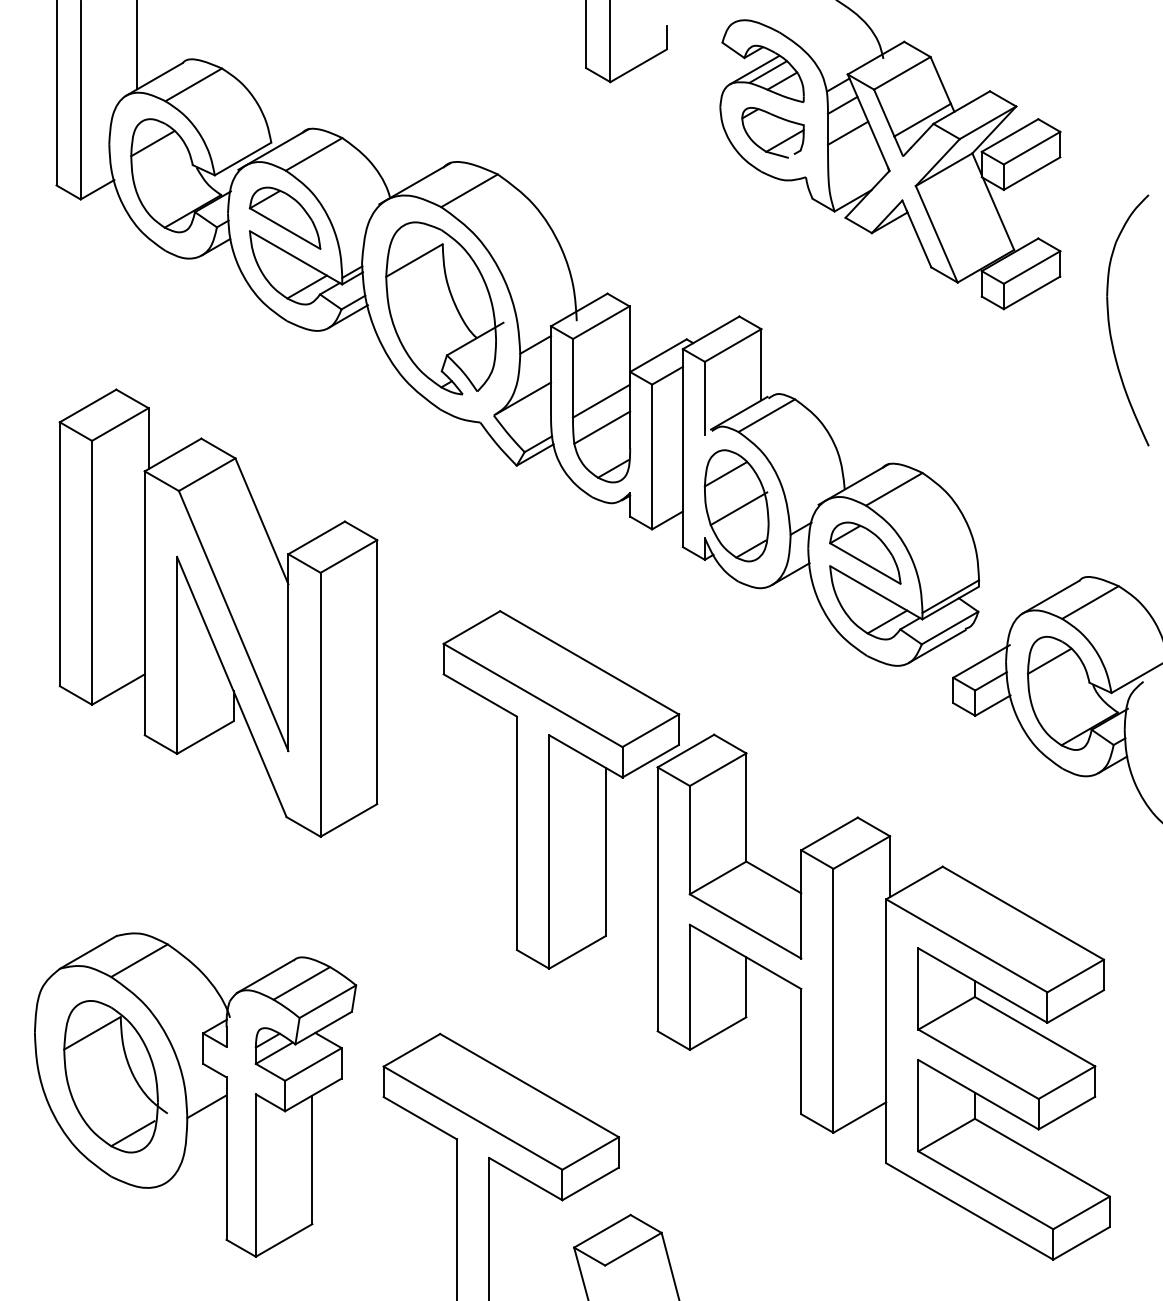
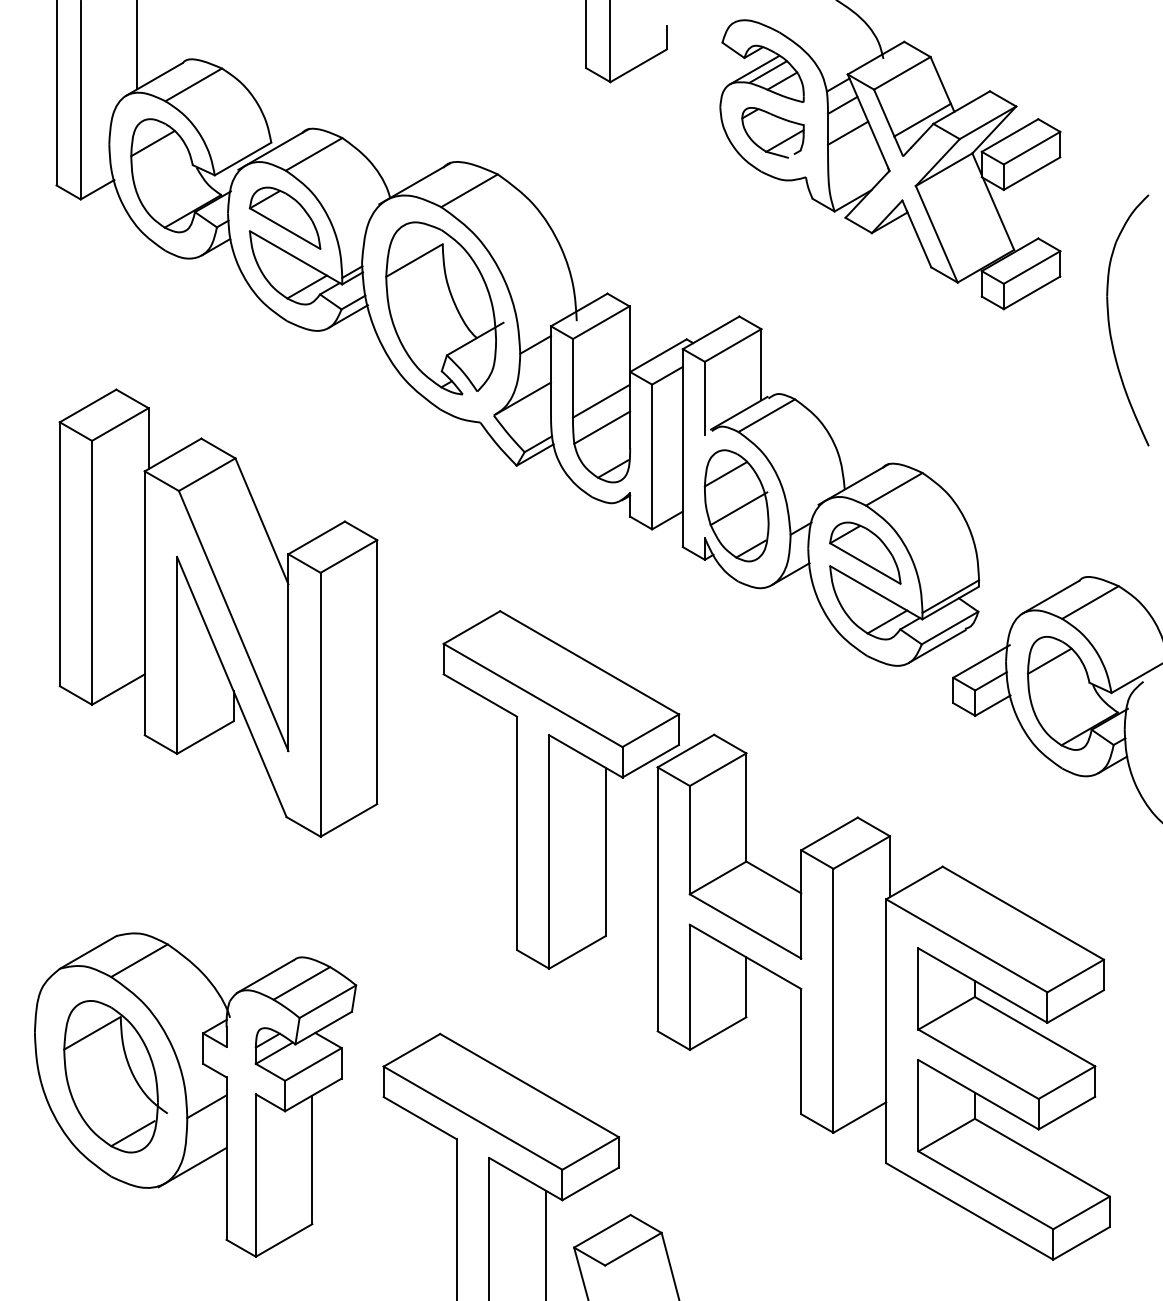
line at (192, 1167): none -> present
line at (545, 1243): none -> present
